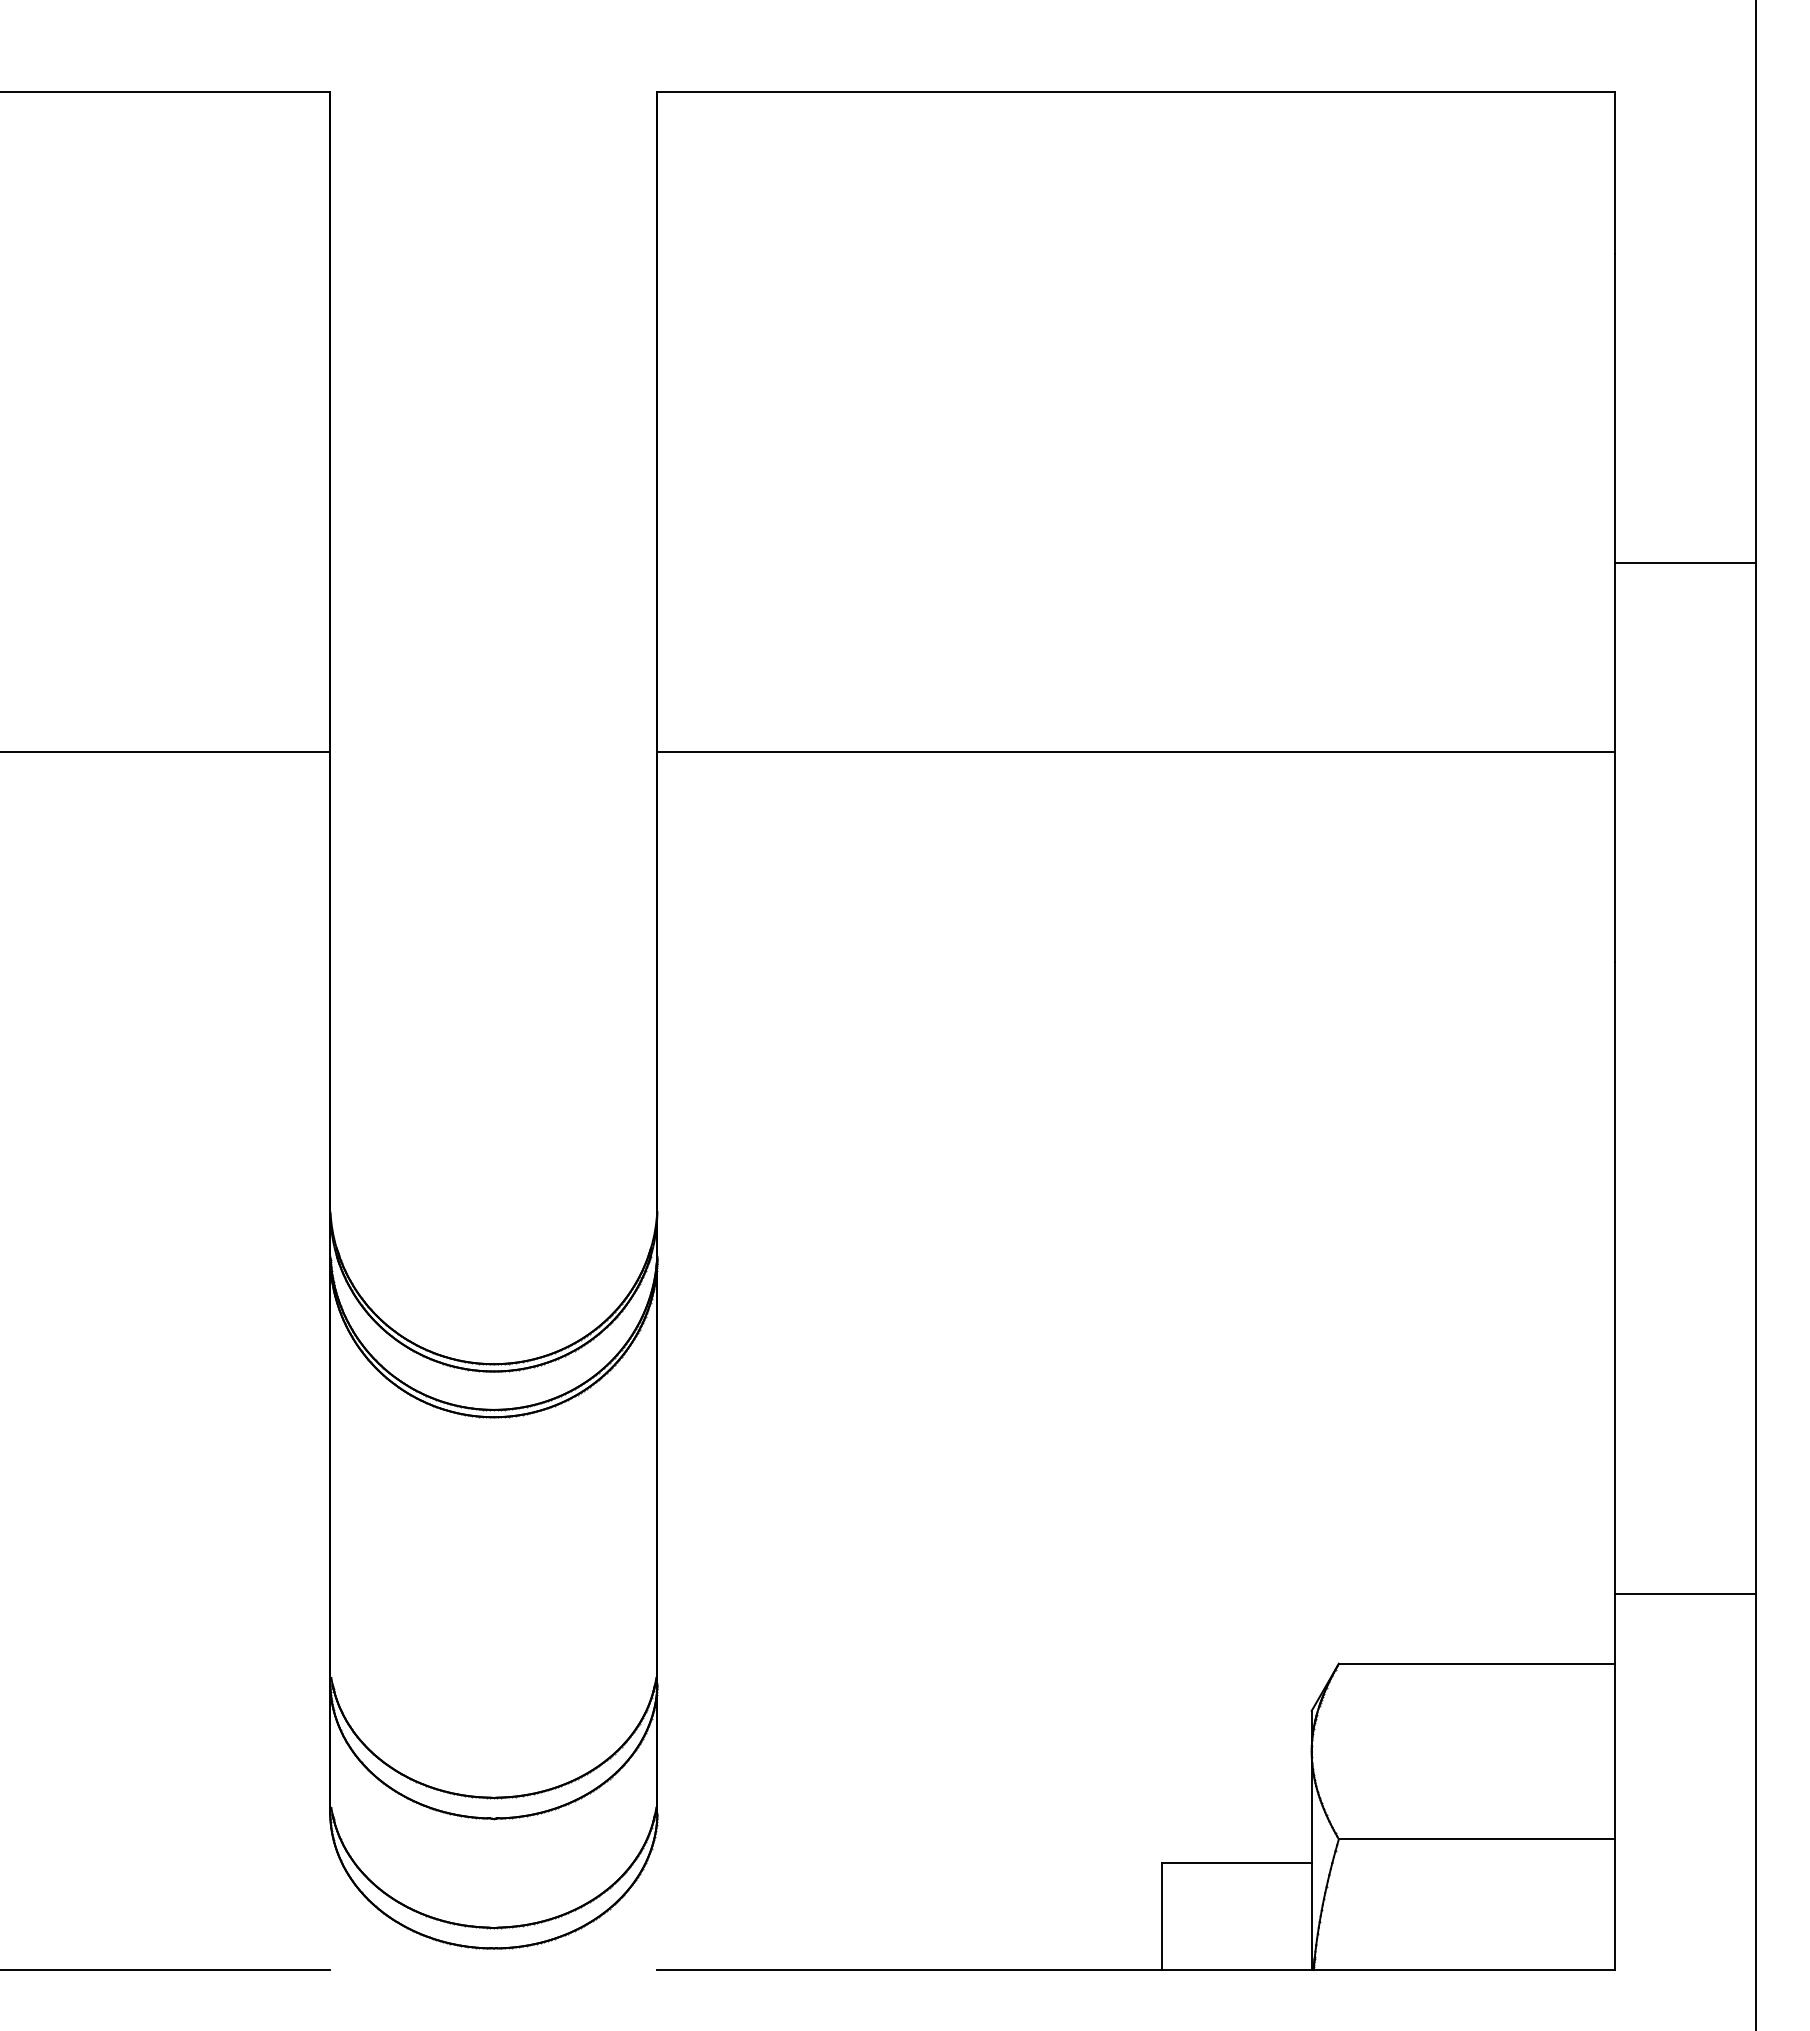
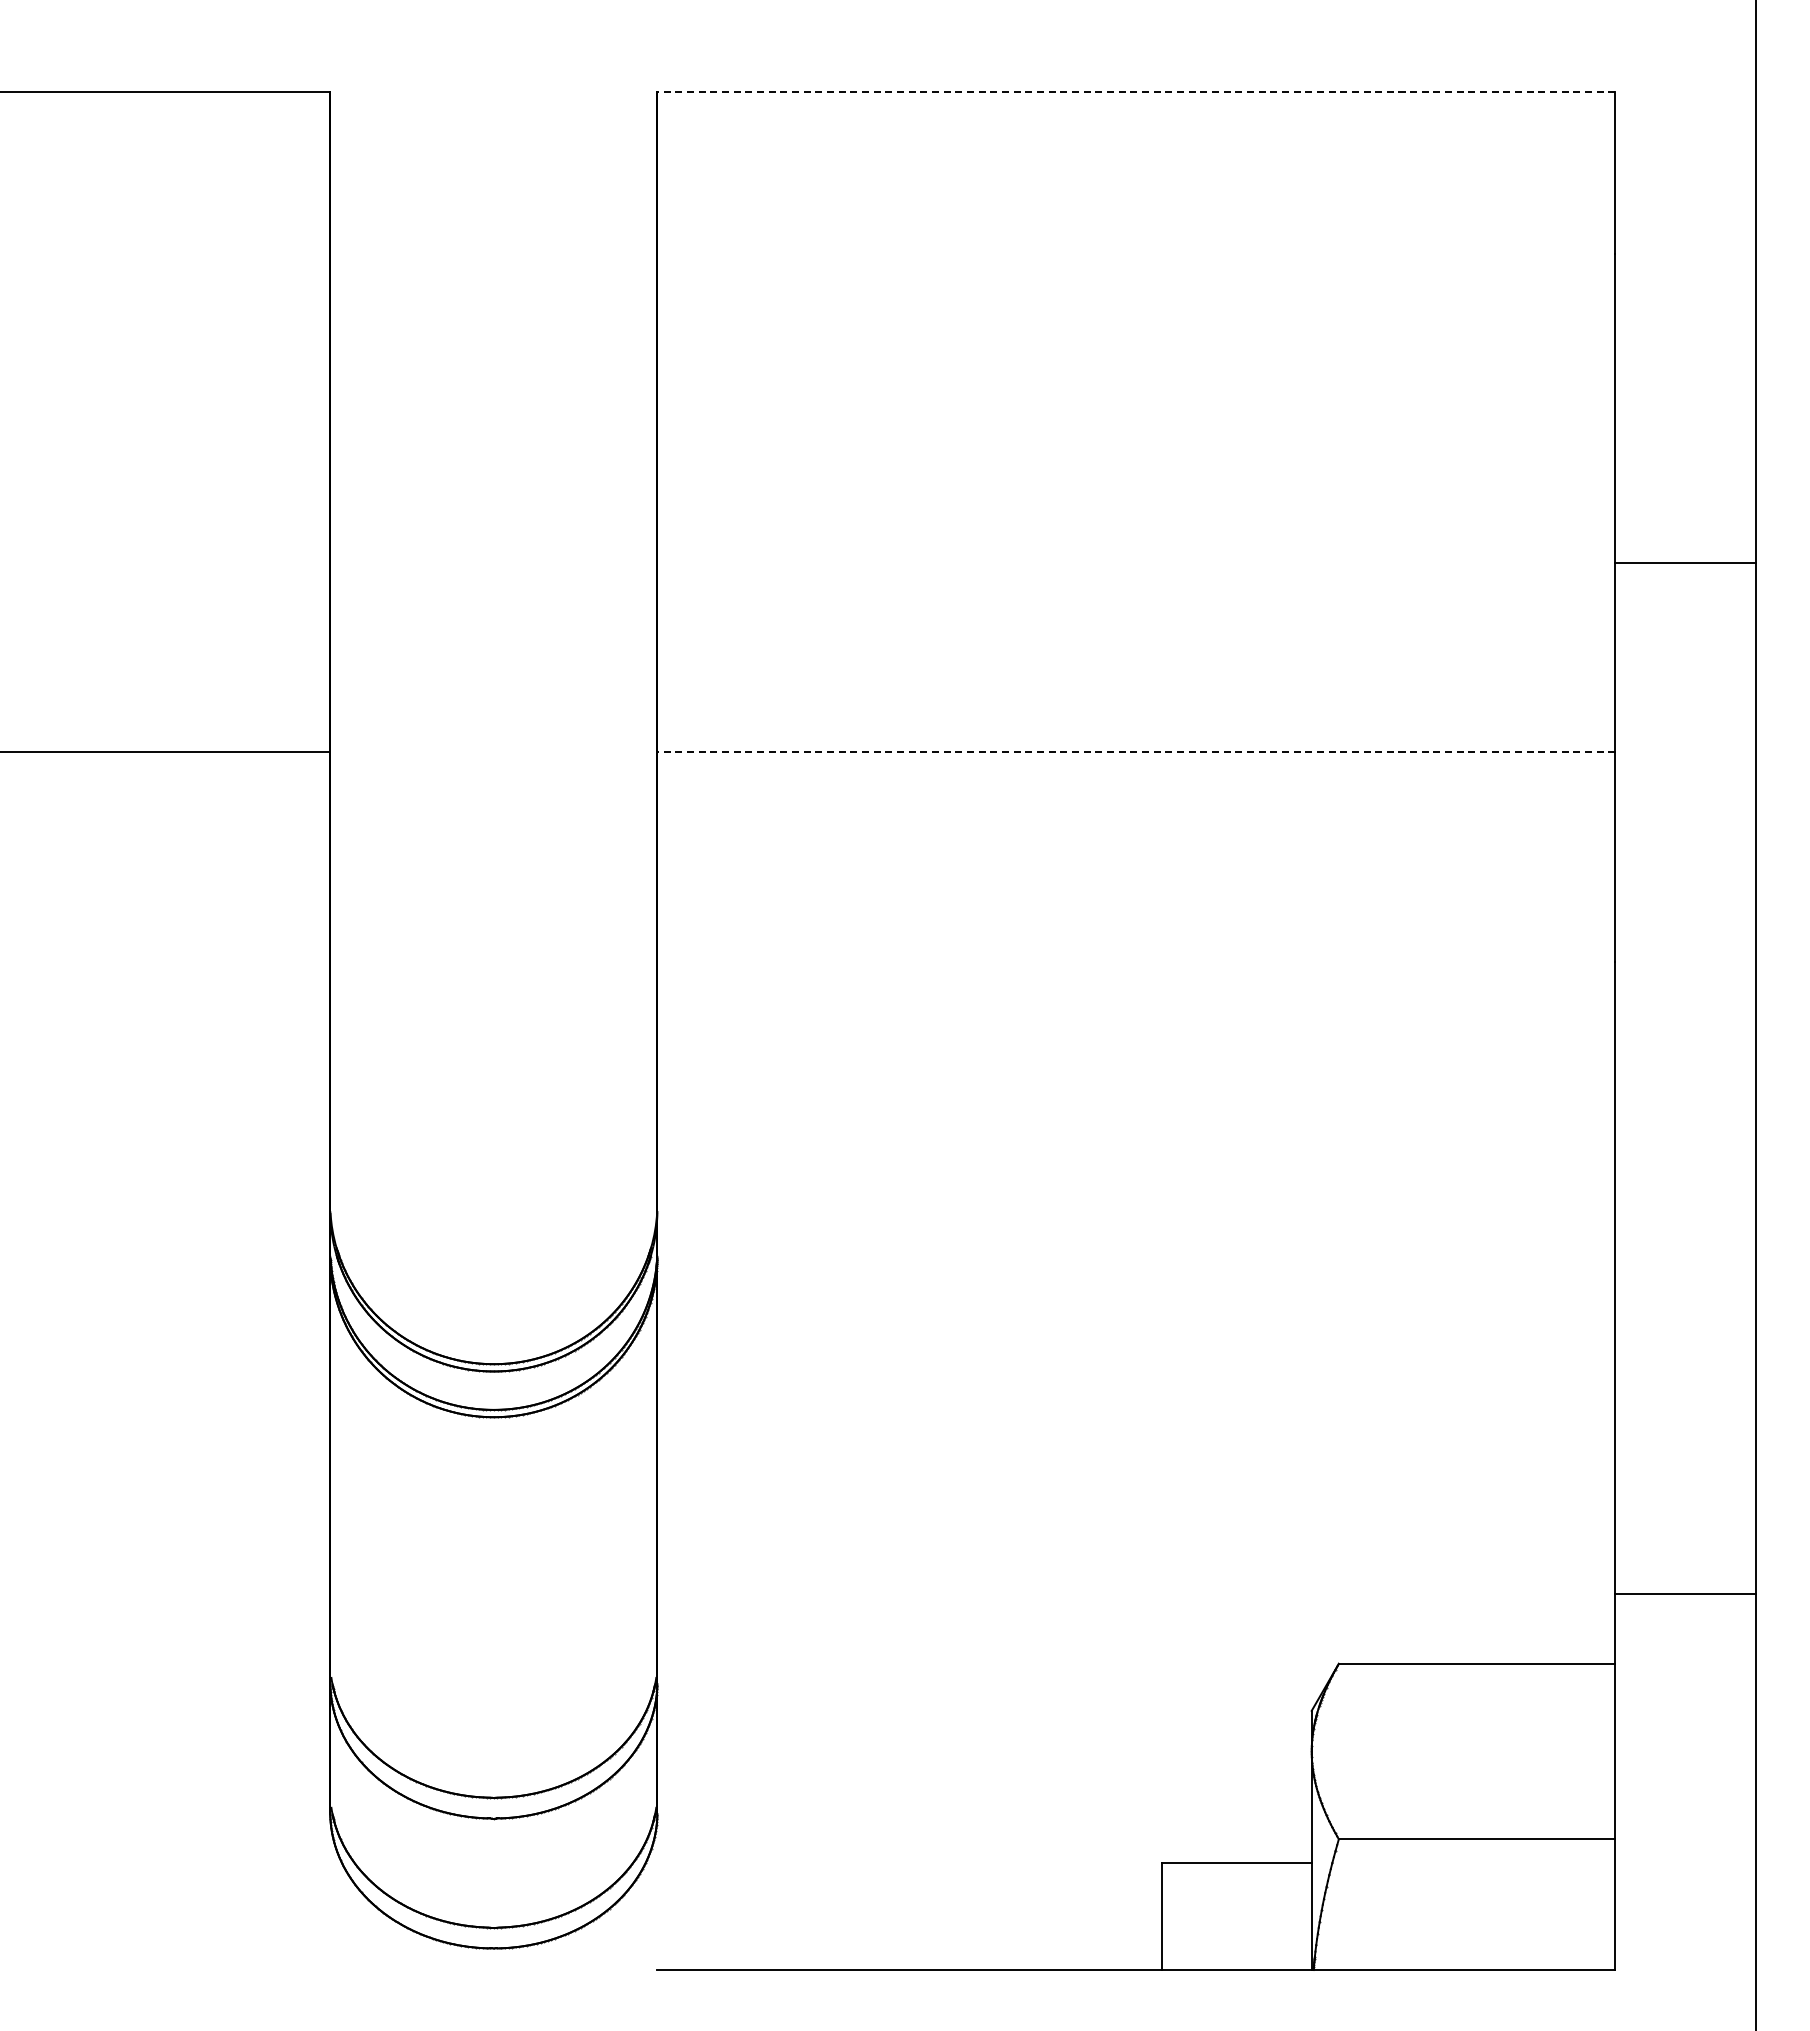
line at (1135, 92): solid -> dashed
line at (1135, 751): solid -> dashed
line at (166, 1970): present -> none
